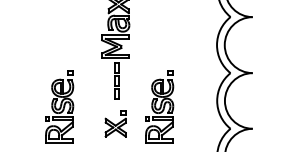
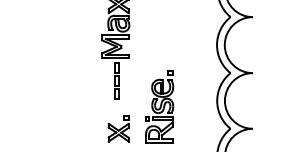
part at (59, 106): present -> none
part at (115, 123) position: (115, 123) -> (118, 128)
